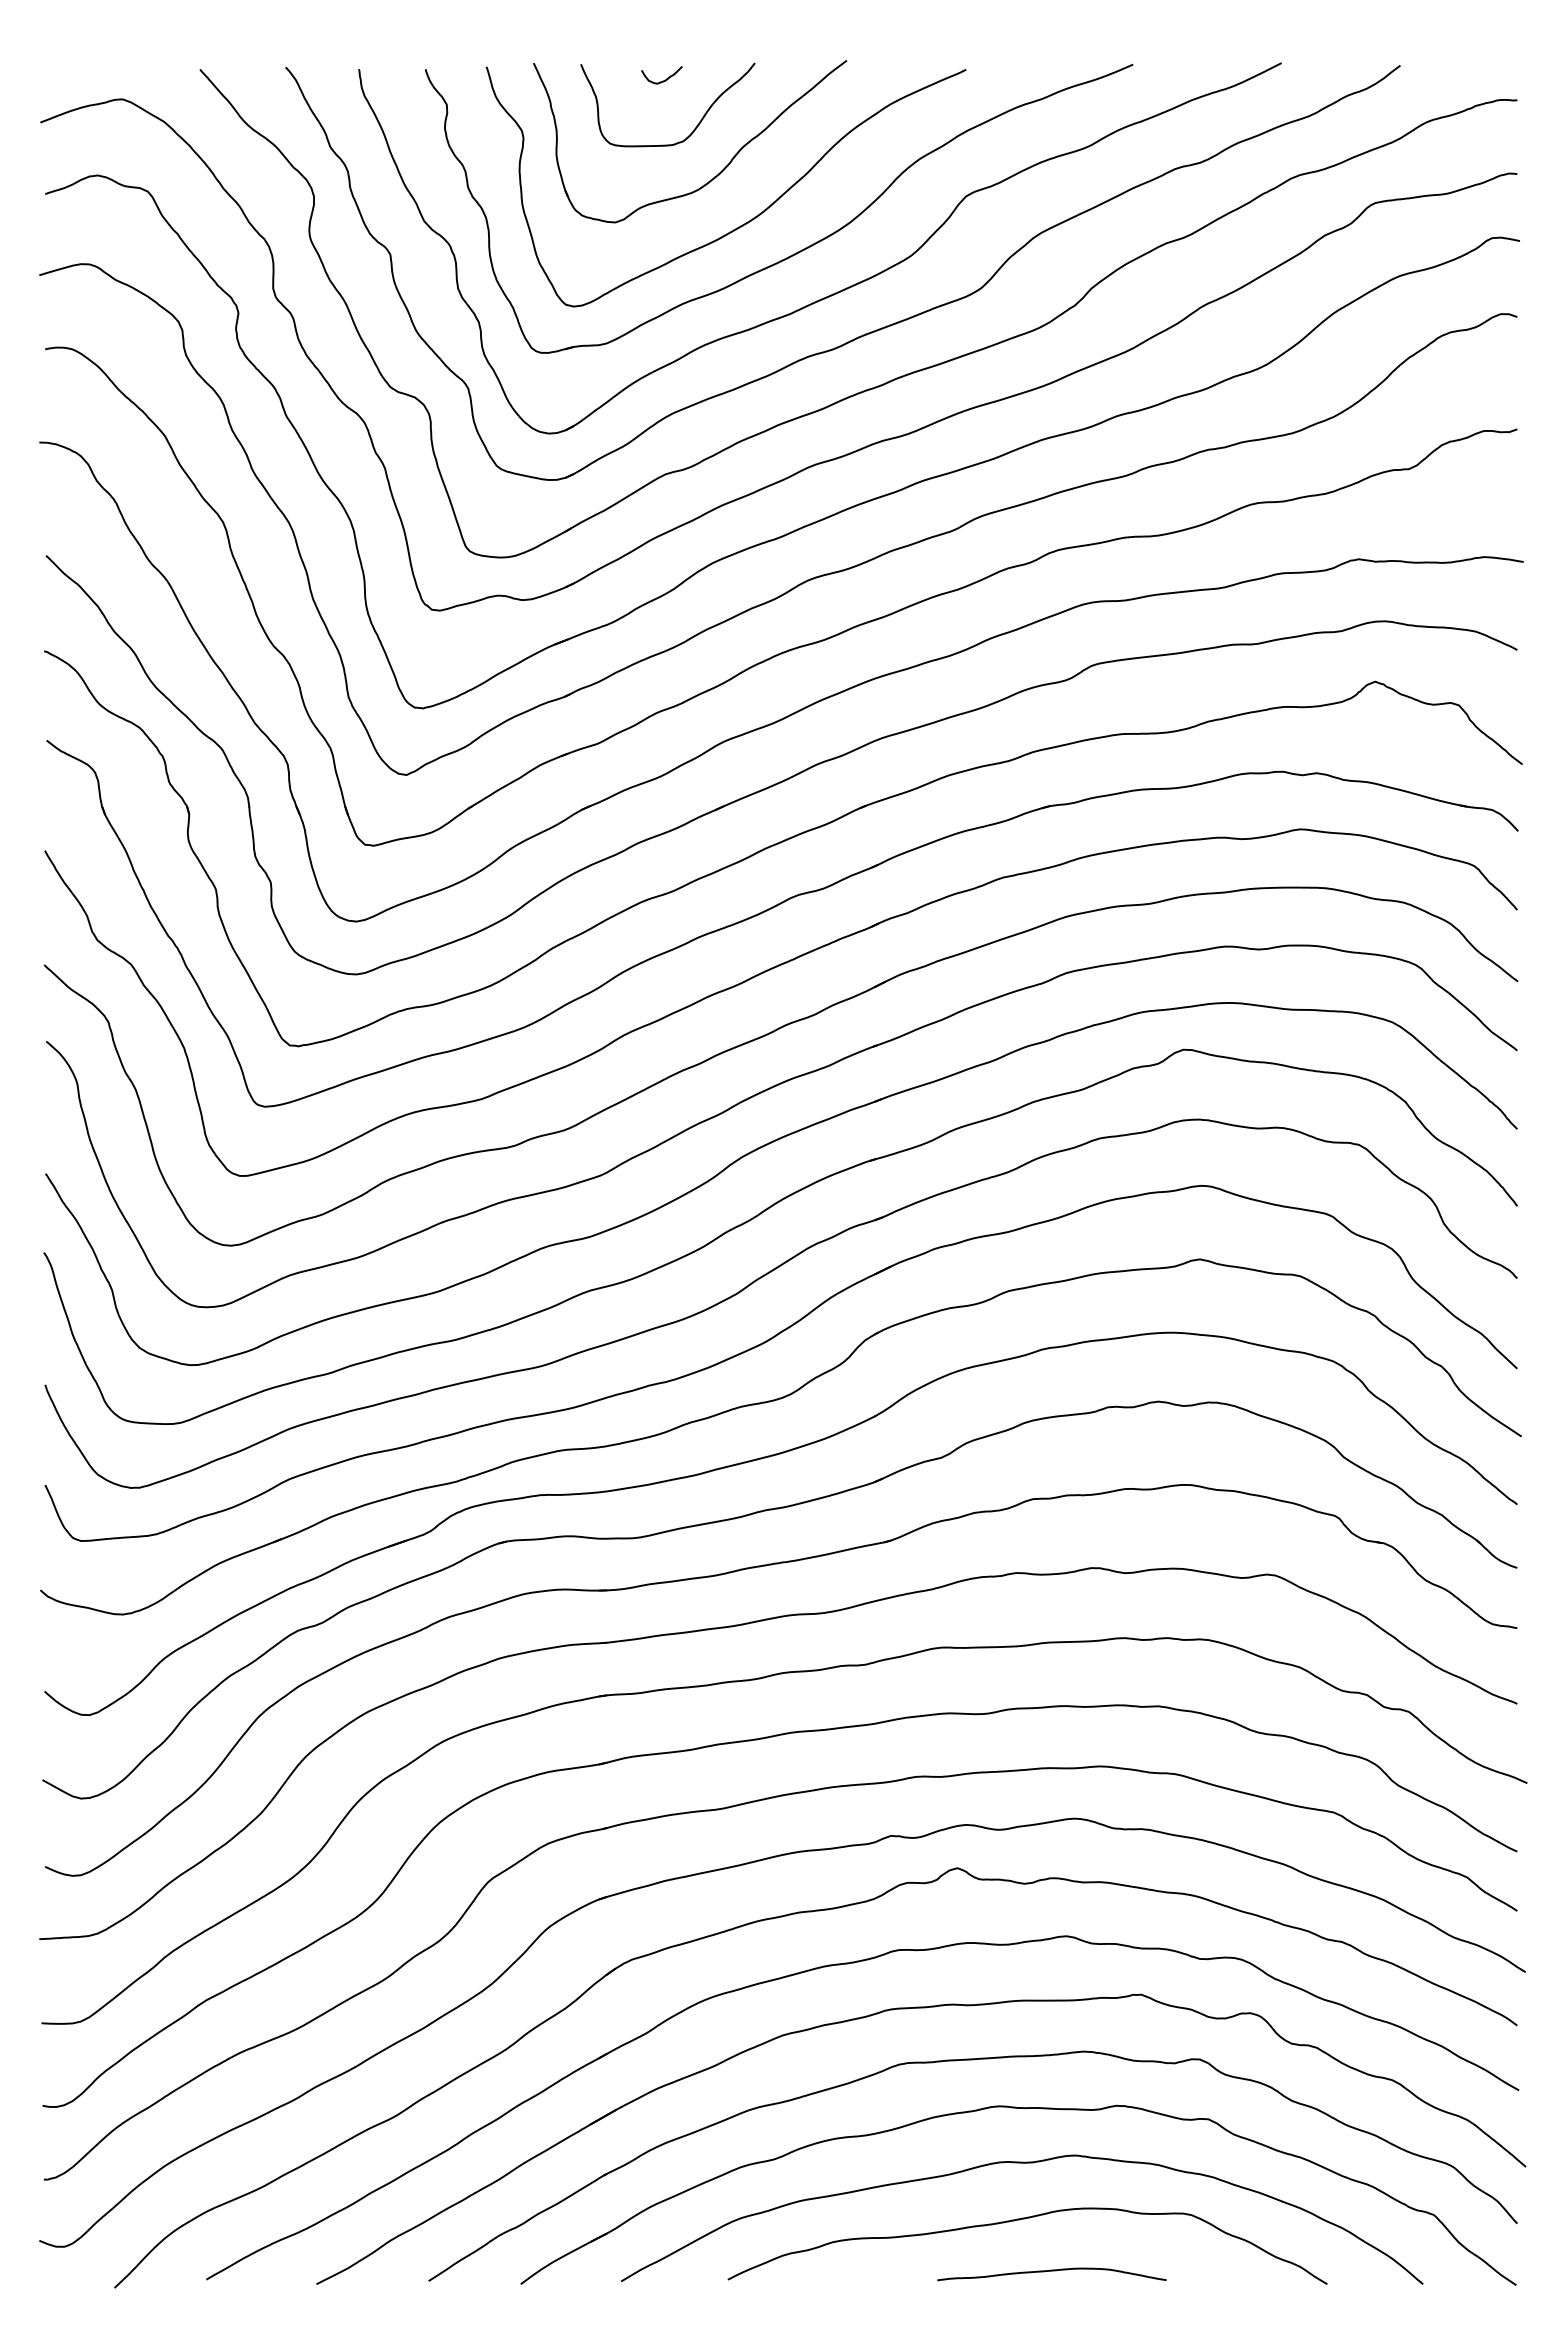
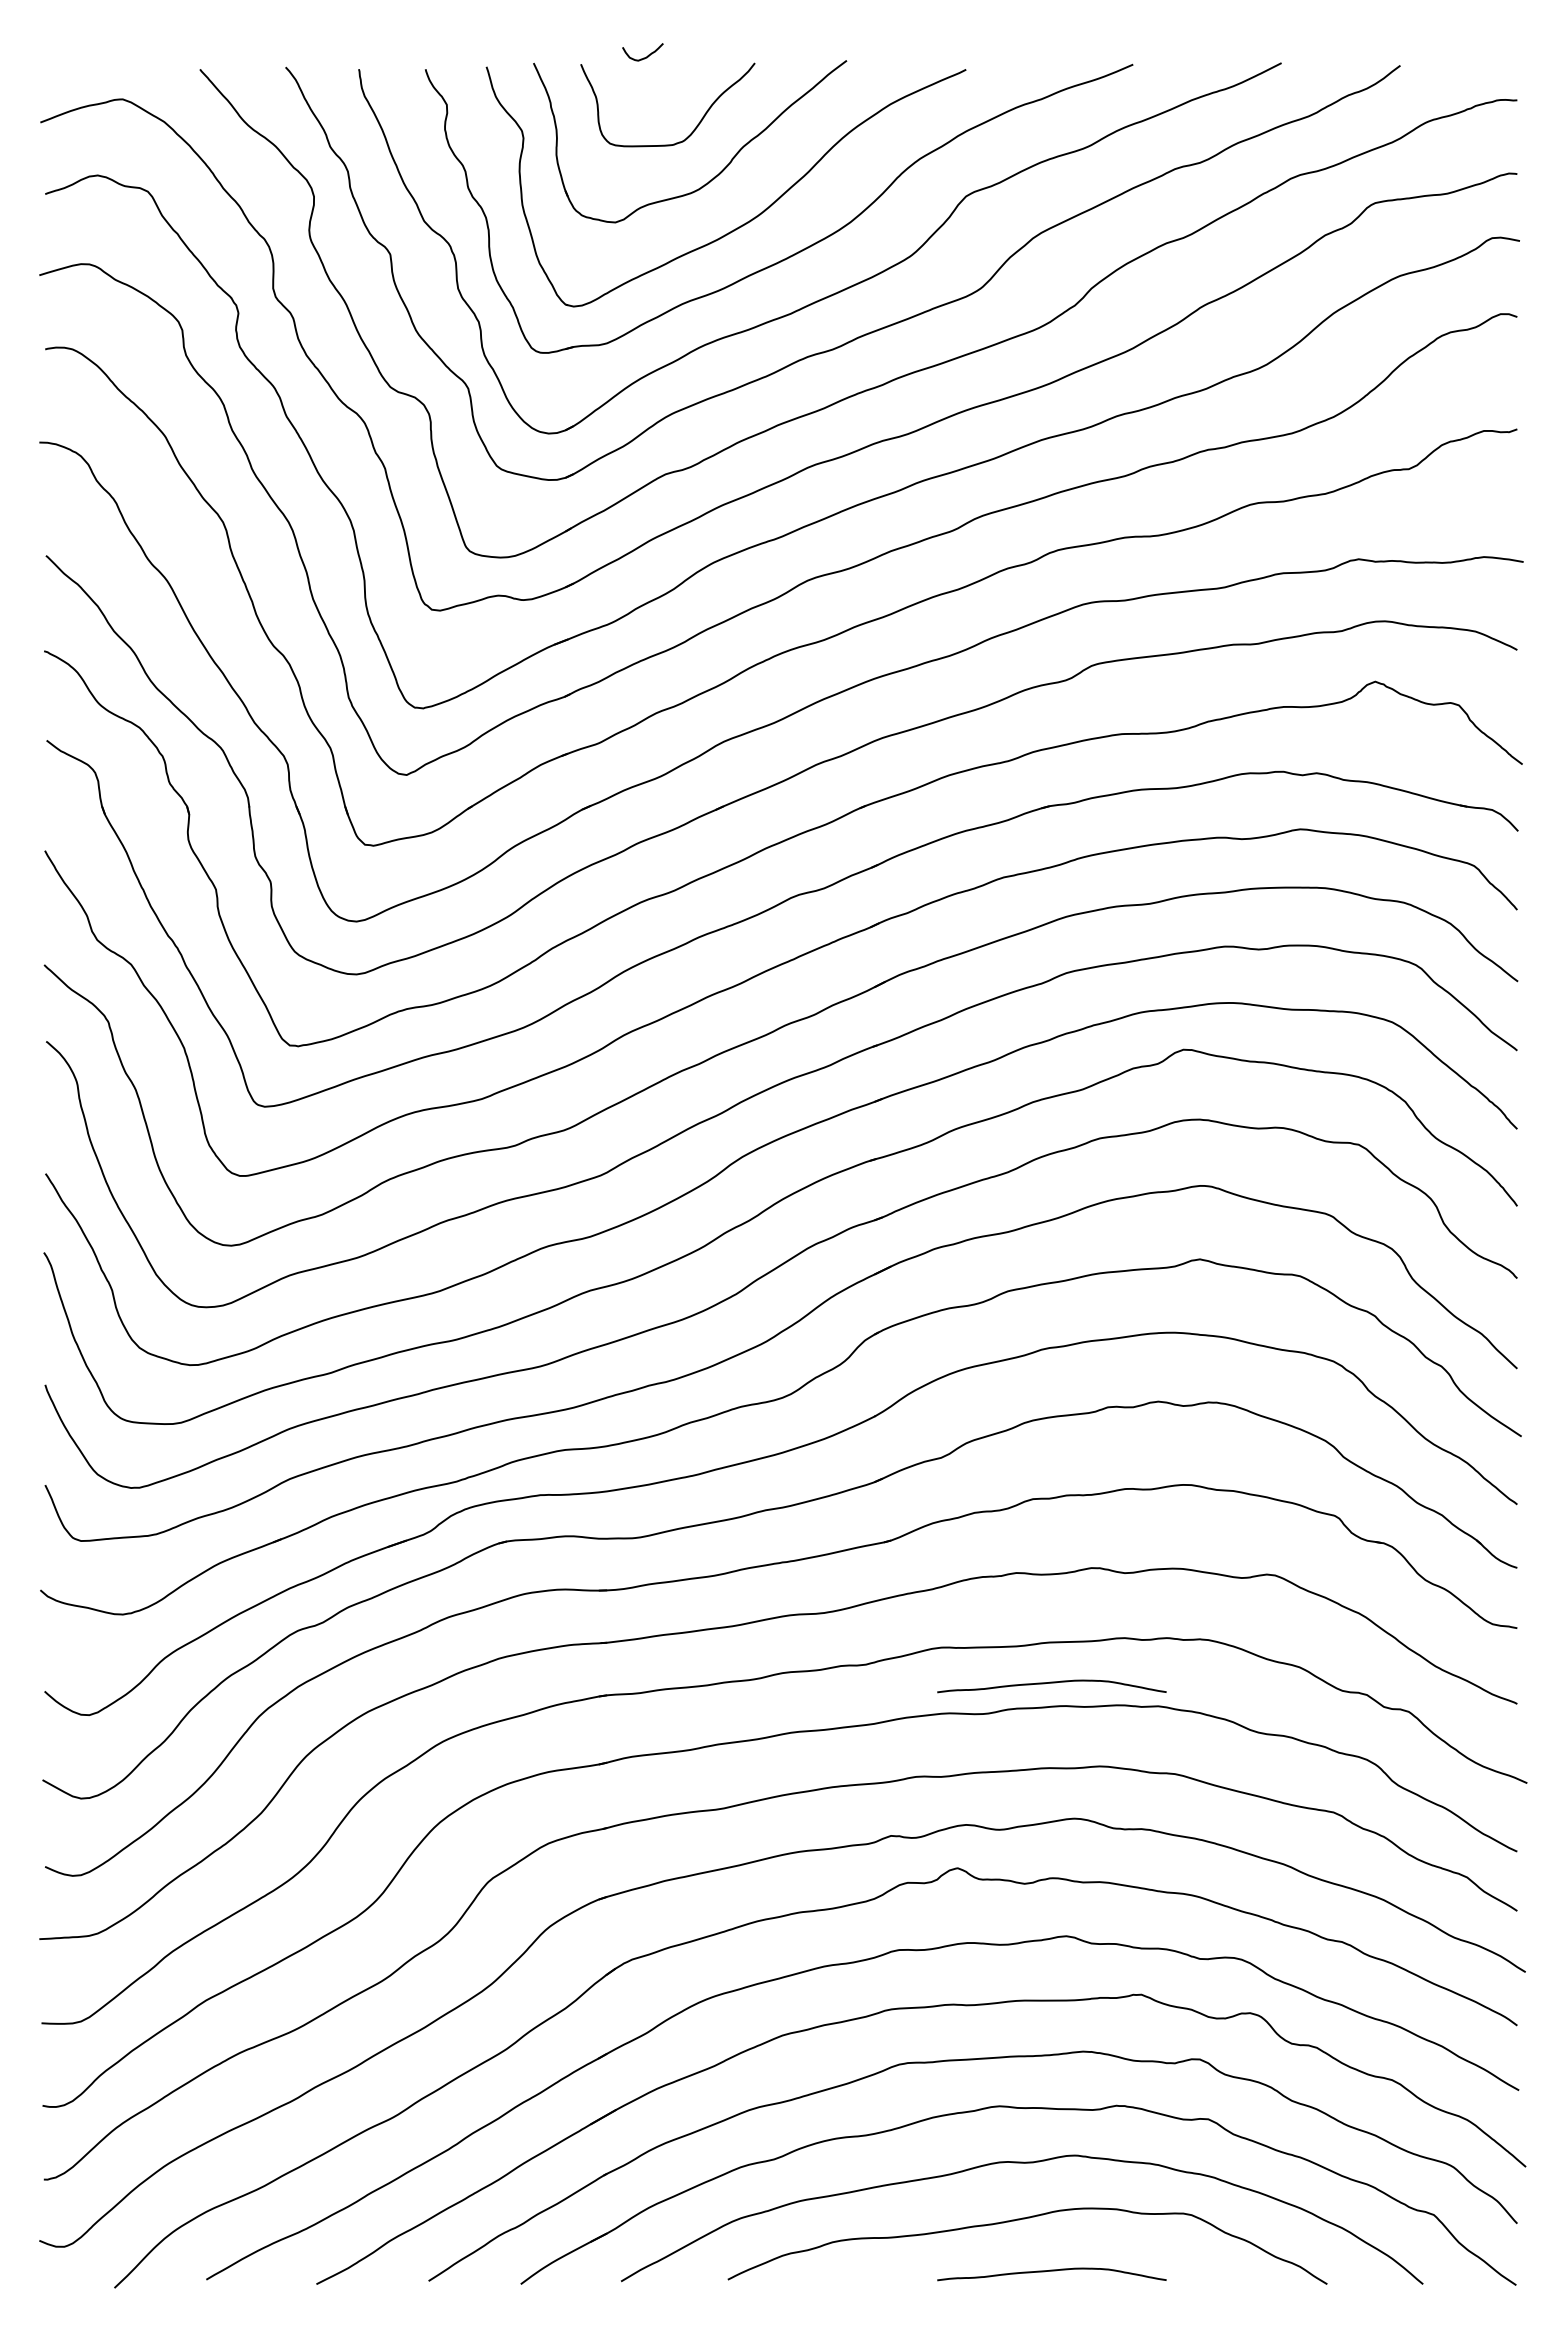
curve at (662, 80) position: (662, 80) -> (643, 57)
curve at (1051, 1683): none -> present
